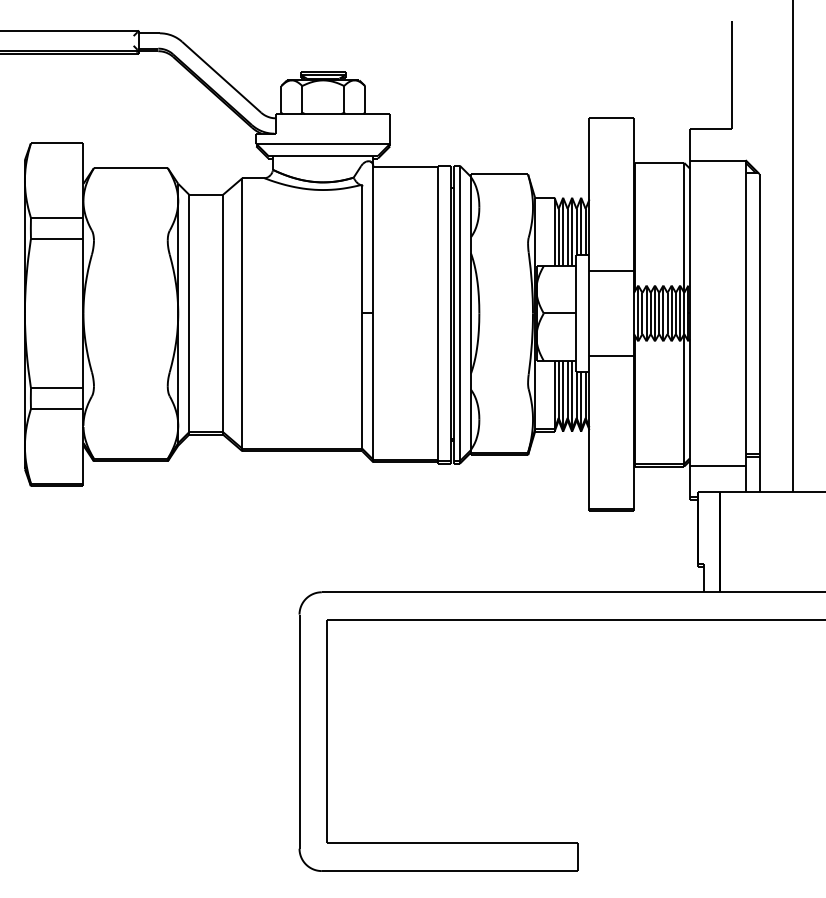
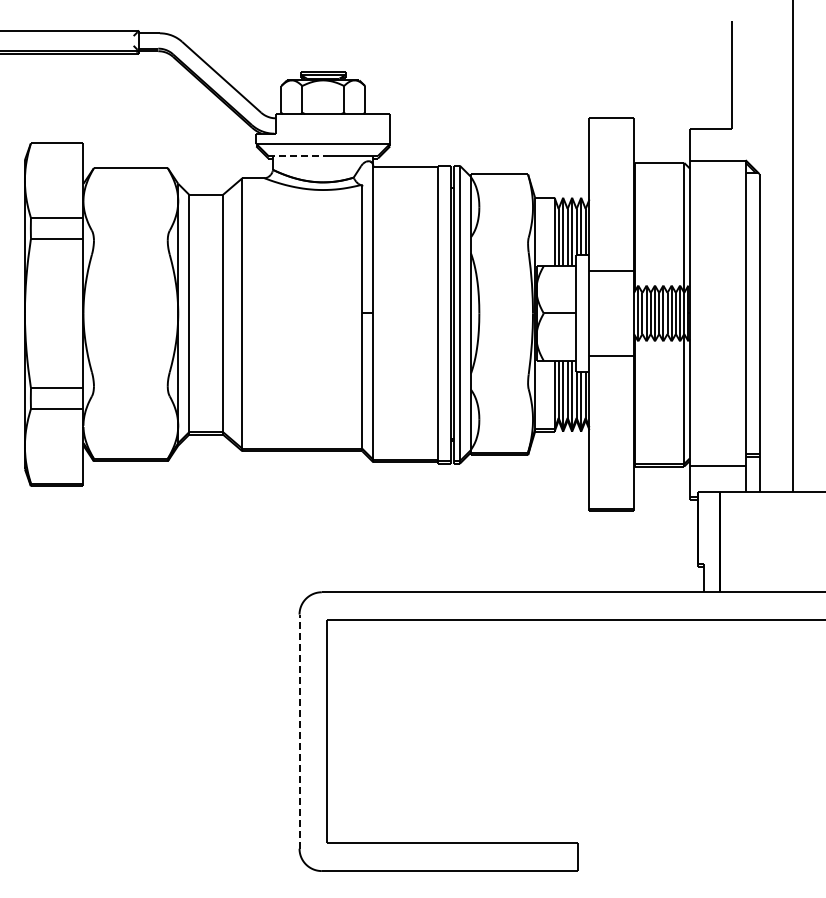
line at (296, 155): solid -> dashed
line at (299, 731): solid -> dashed
